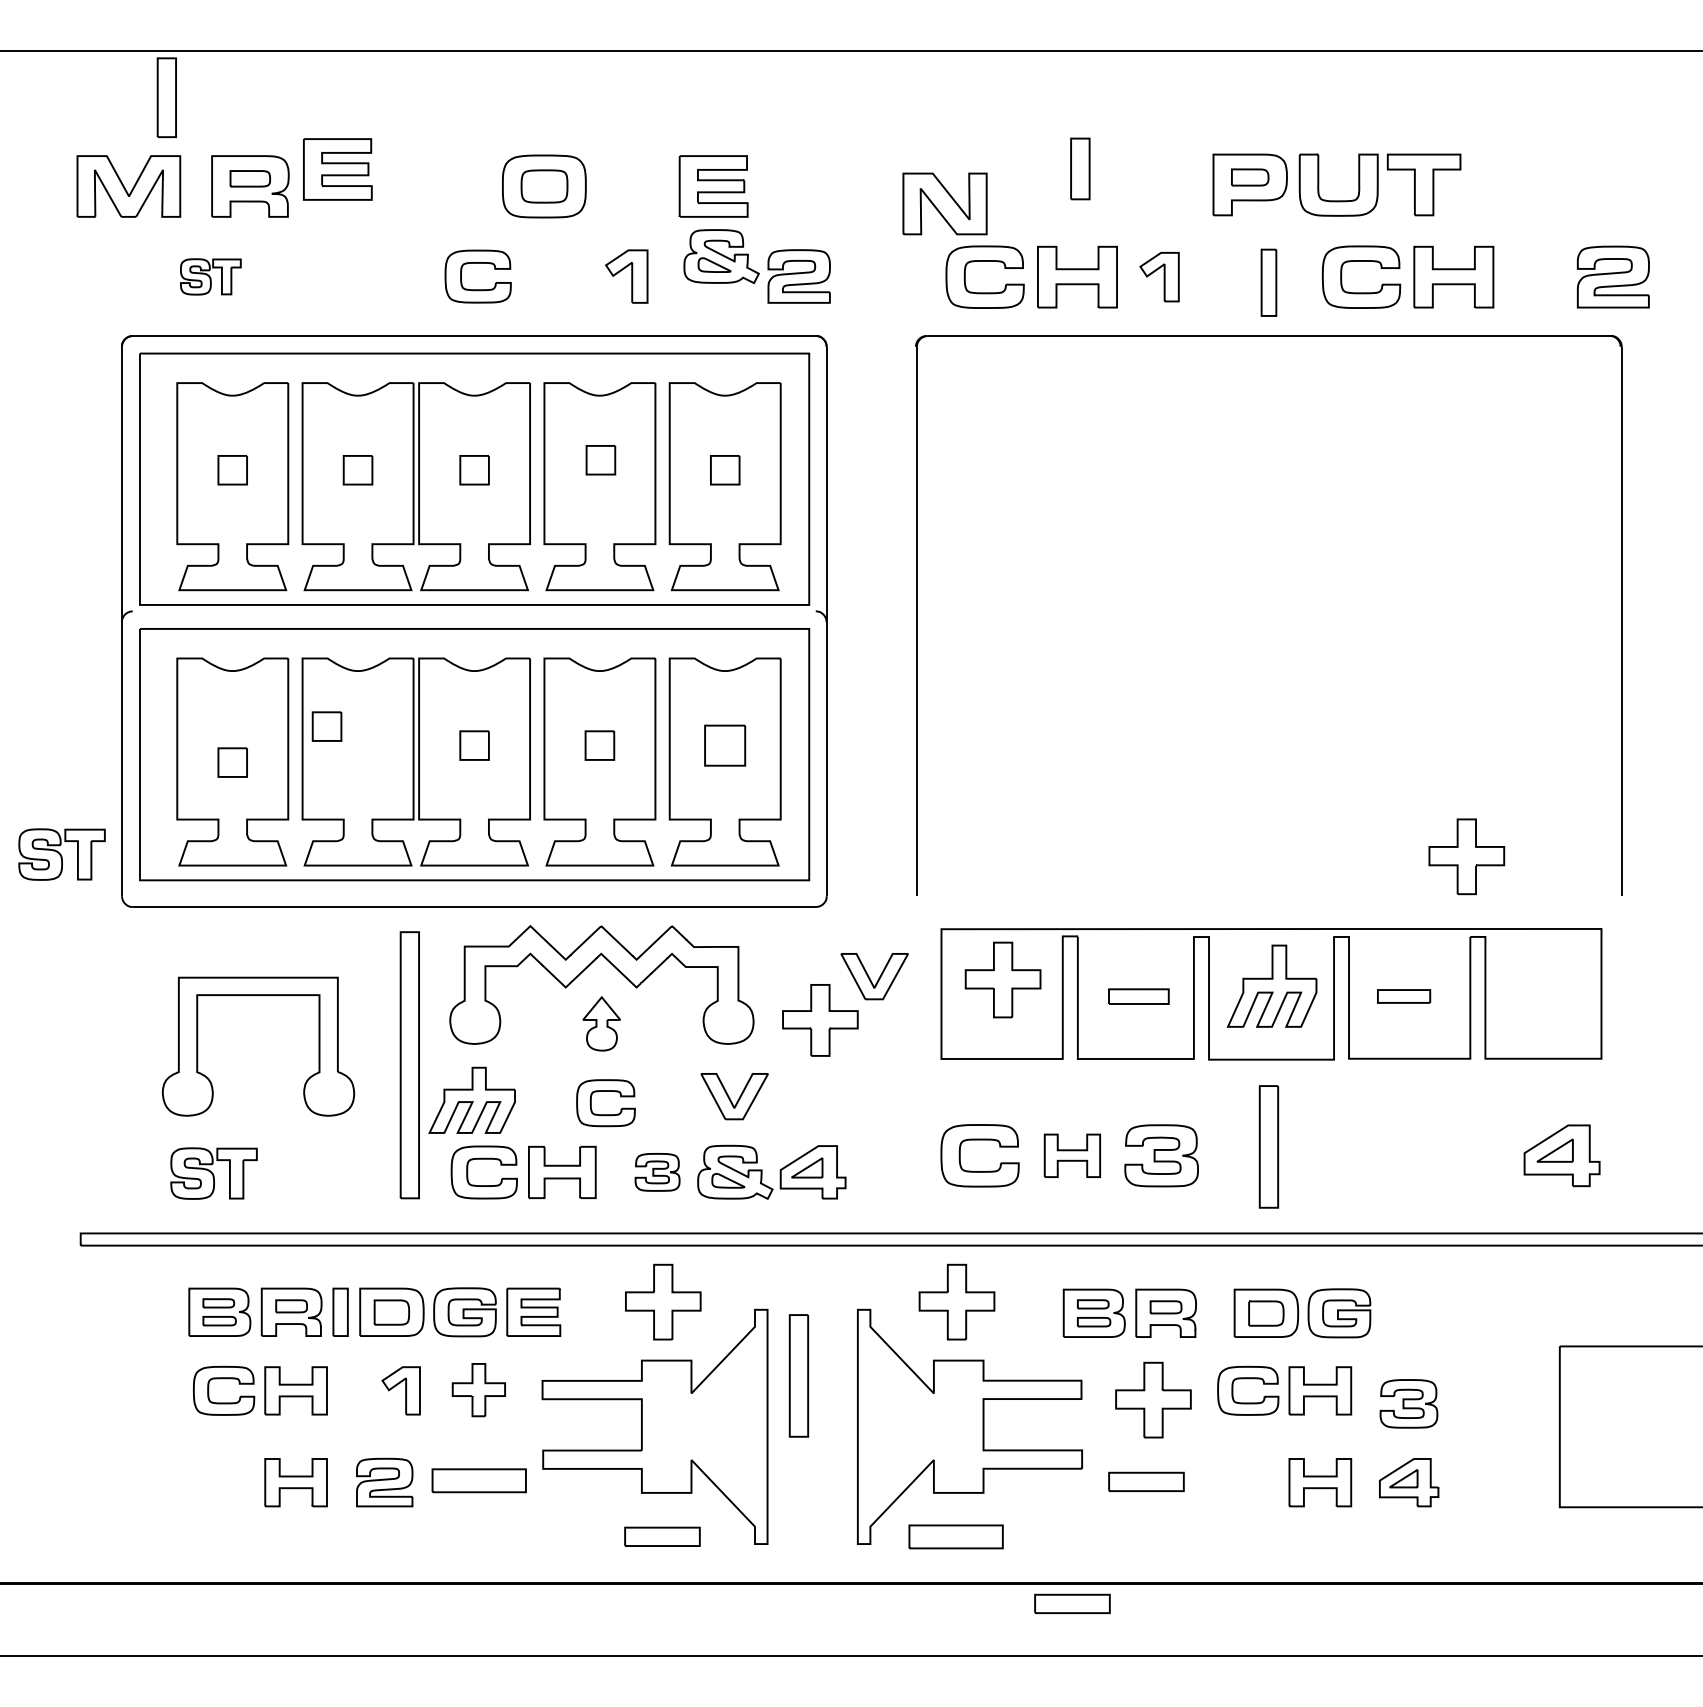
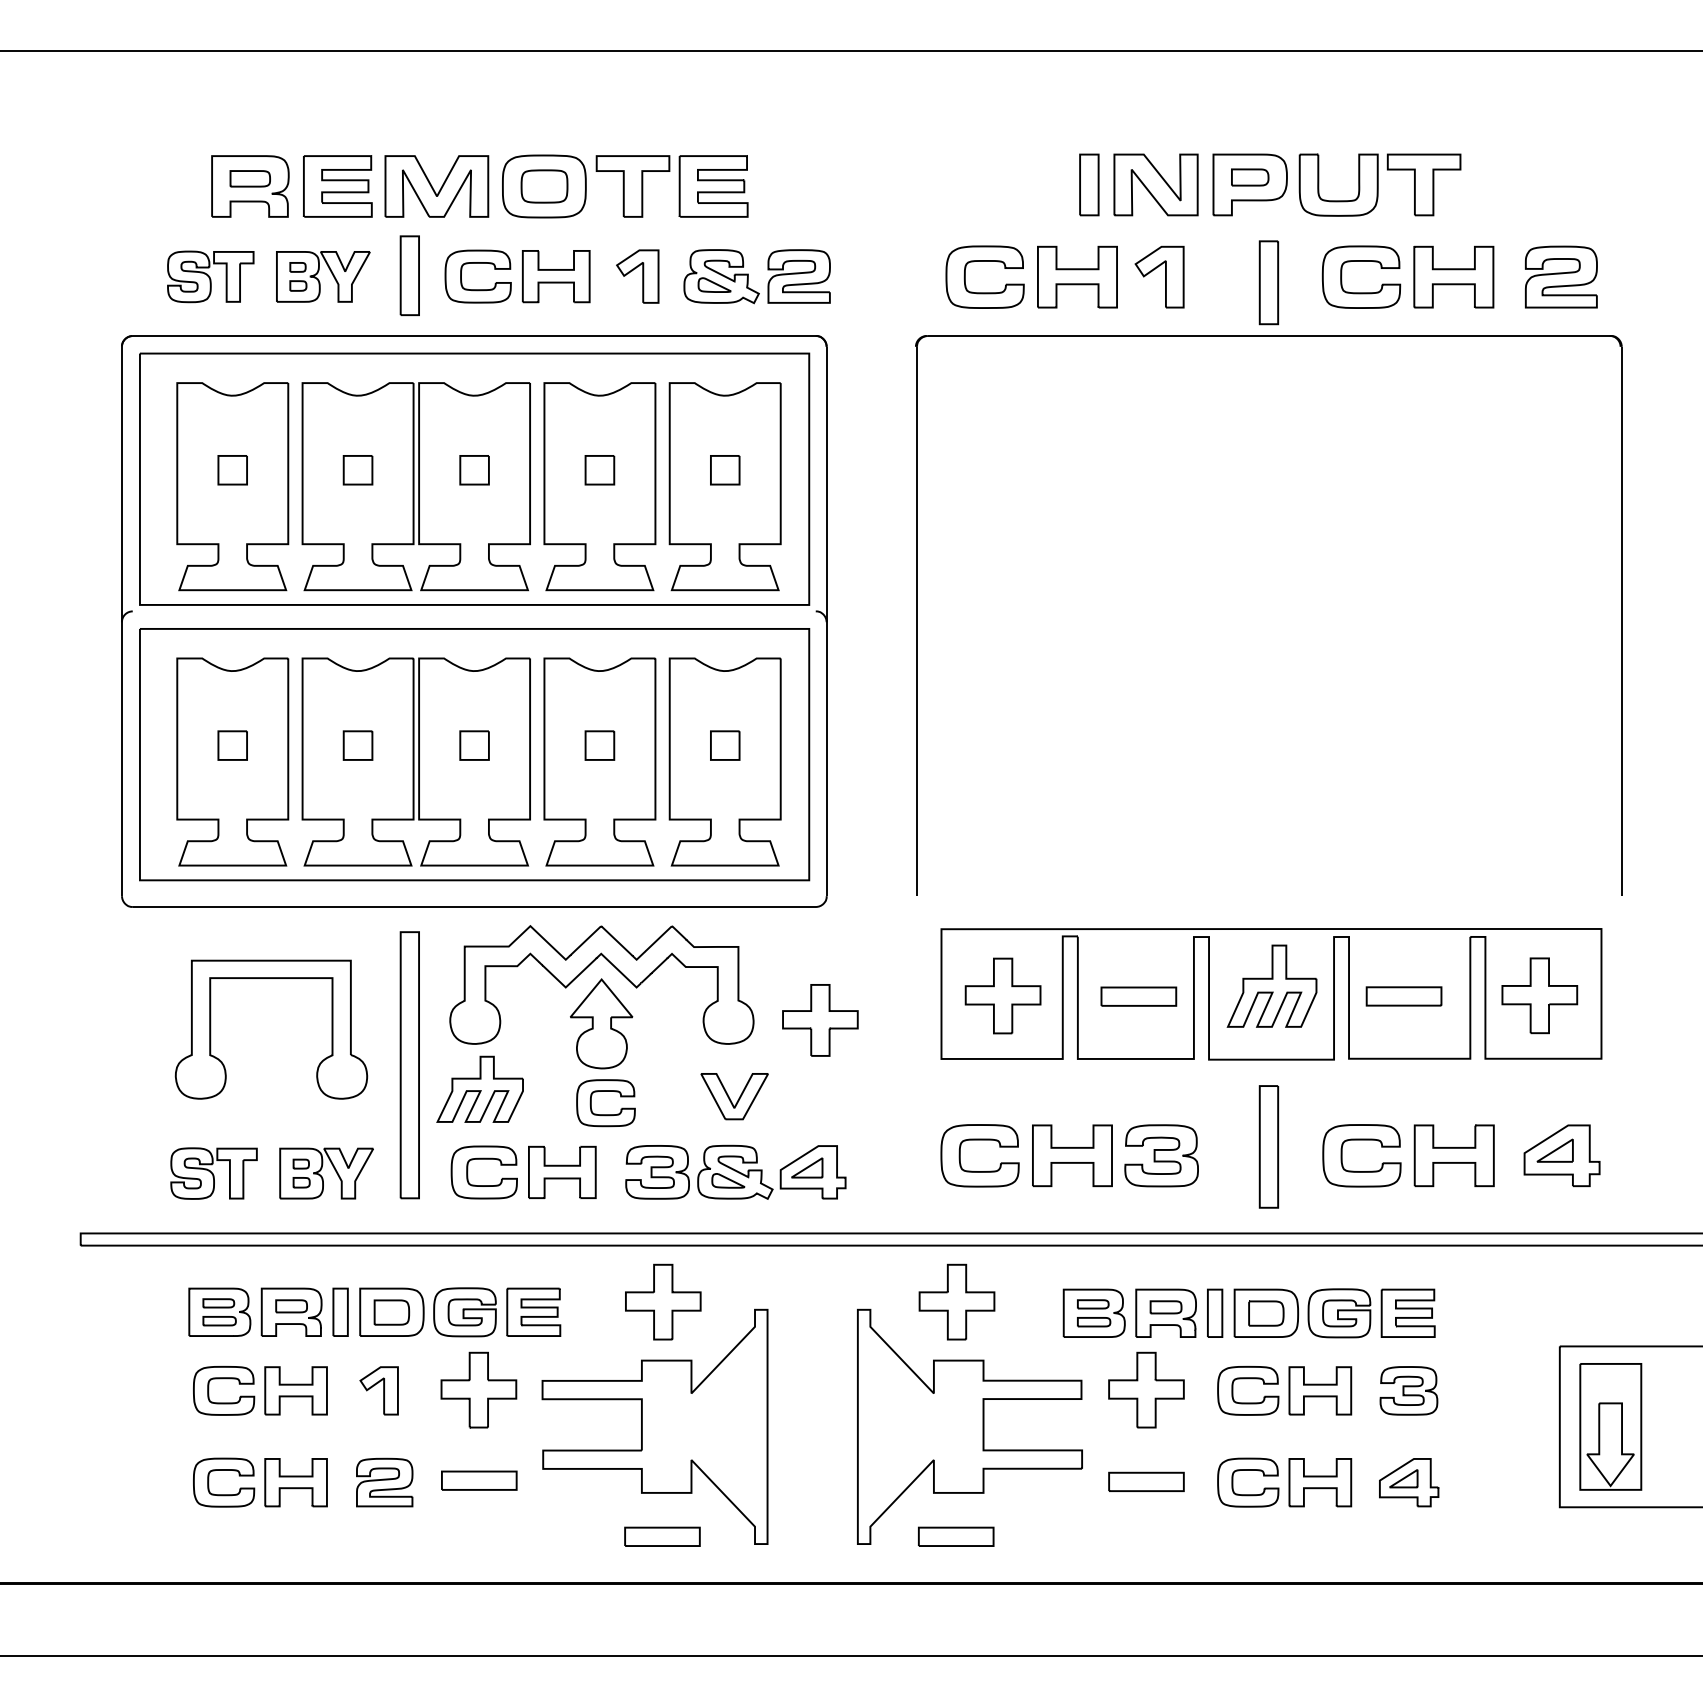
part at (166, 97) position: (166, 97) -> (409, 275)
part at (1080, 168) position: (1080, 168) -> (1089, 184)
part at (337, 169) position: (337, 169) -> (337, 186)
part at (128, 186) position: (128, 186) -> (436, 186)
part at (632, 186): none -> present
part at (944, 203) position: (944, 203) -> (1155, 184)
part at (721, 256) position: (721, 256) -> (721, 276)
part at (210, 276) size: 62x38 px -> 88x54 px
part at (323, 276): none -> present
part at (556, 276): none -> present
part at (626, 276) position: (626, 276) -> (637, 276)
part at (1613, 276) position: (1613, 276) -> (1561, 276)
part at (1159, 277) size: 41x51 px -> 51x64 px
part at (1268, 282) size: 18x69 px -> 22x86 px
part at (600, 460) position: (600, 460) -> (599, 470)
part at (326, 726) position: (326, 726) -> (357, 745)
part at (725, 745) size: 43x43 px -> 31x31 px
part at (232, 762) position: (232, 762) -> (232, 745)
part at (61, 854): present -> none
part at (1466, 856) position: (1466, 856) -> (1539, 995)
part at (874, 976): present -> none
part at (1002, 979) position: (1002, 979) -> (1002, 995)
part at (258, 995) position: (258, 995) -> (271, 978)
part at (1138, 996) size: 62x17 px -> 78x21 px
part at (1404, 996) size: 55x15 px -> 78x21 px
part at (601, 1023) size: 39x56 px -> 64x92 px
part at (471, 1099) position: (471, 1099) -> (479, 1088)
part at (1361, 1140): none -> present
part at (1071, 1155) size: 58x45 px -> 81x64 px
part at (1453, 1155): none -> present
part at (657, 1172) size: 47x39 px -> 65x55 px
part at (326, 1173): none -> present
part at (1215, 1312): none -> present
part at (1407, 1312): none -> present
part at (798, 1375): present -> none
part at (400, 1390) position: (400, 1390) -> (378, 1390)
part at (478, 1390) size: 55x55 px -> 78x78 px
part at (1153, 1399) position: (1153, 1399) -> (1146, 1389)
part at (1408, 1403) position: (1408, 1403) -> (1408, 1390)
part at (1610, 1426): none -> present
part at (224, 1470): none -> present
part at (1248, 1470): none -> present
part at (478, 1480) size: 96x26 px -> 77x21 px
part at (955, 1536) size: 96x26 px -> 77x21 px
part at (1072, 1603): present -> none
